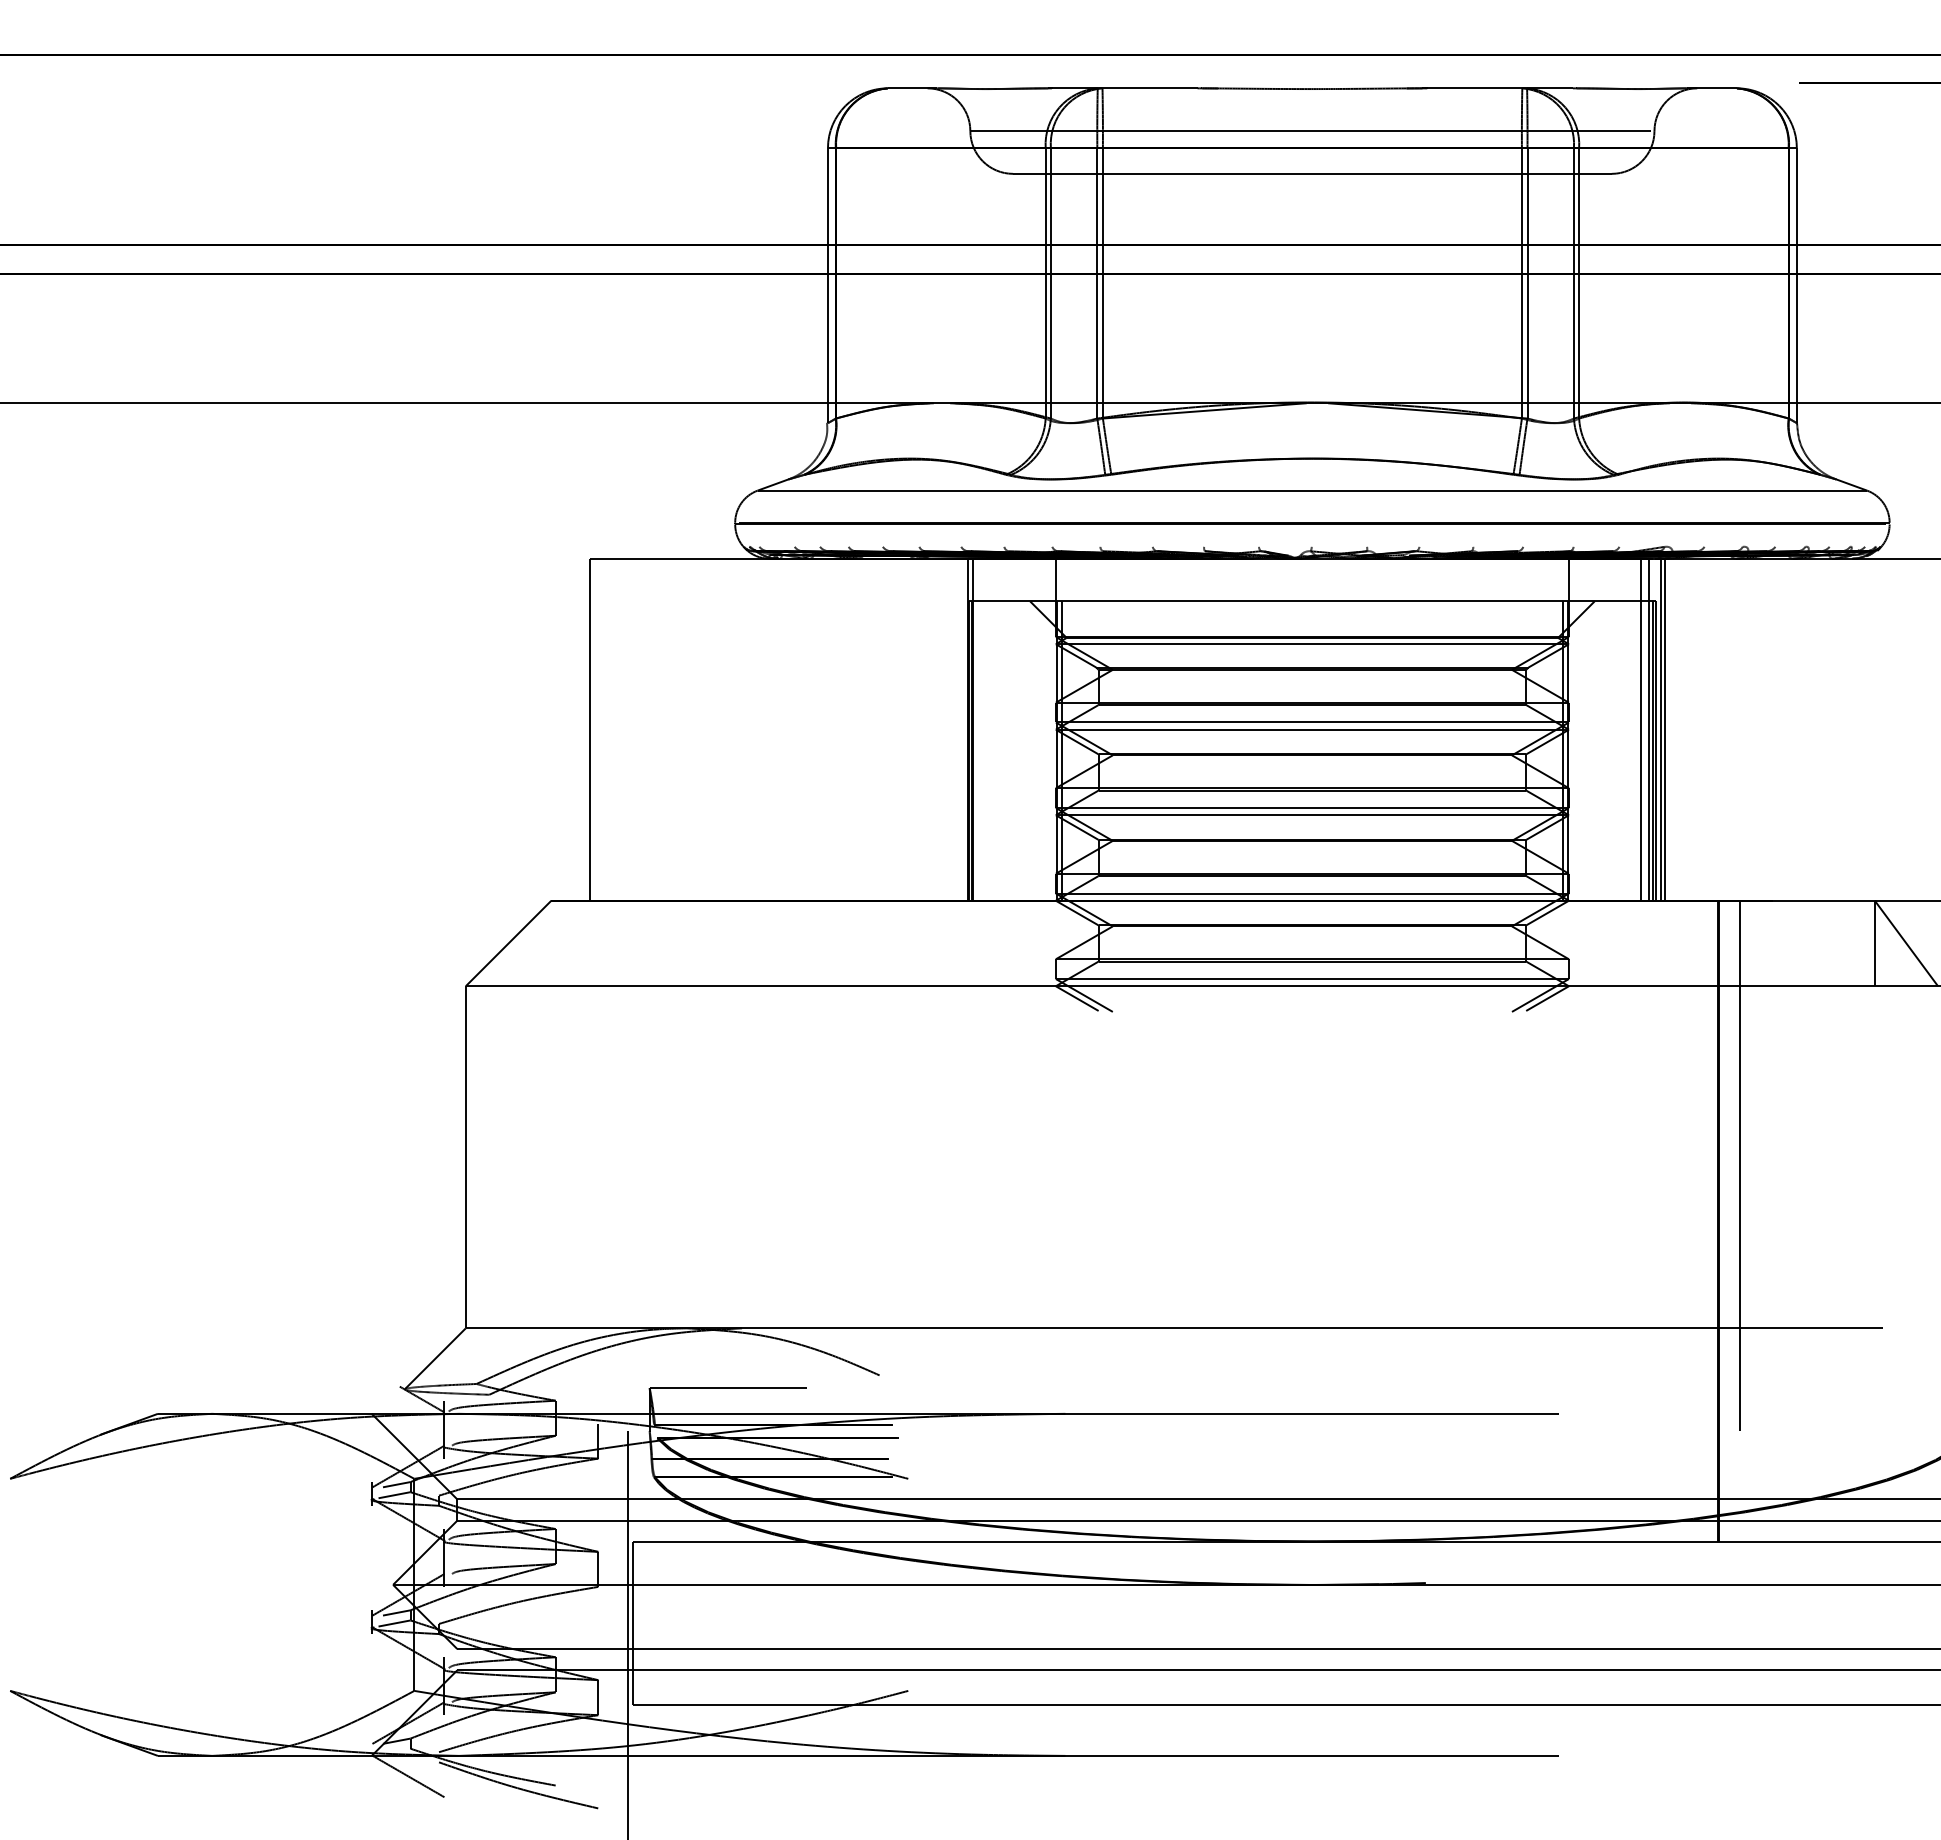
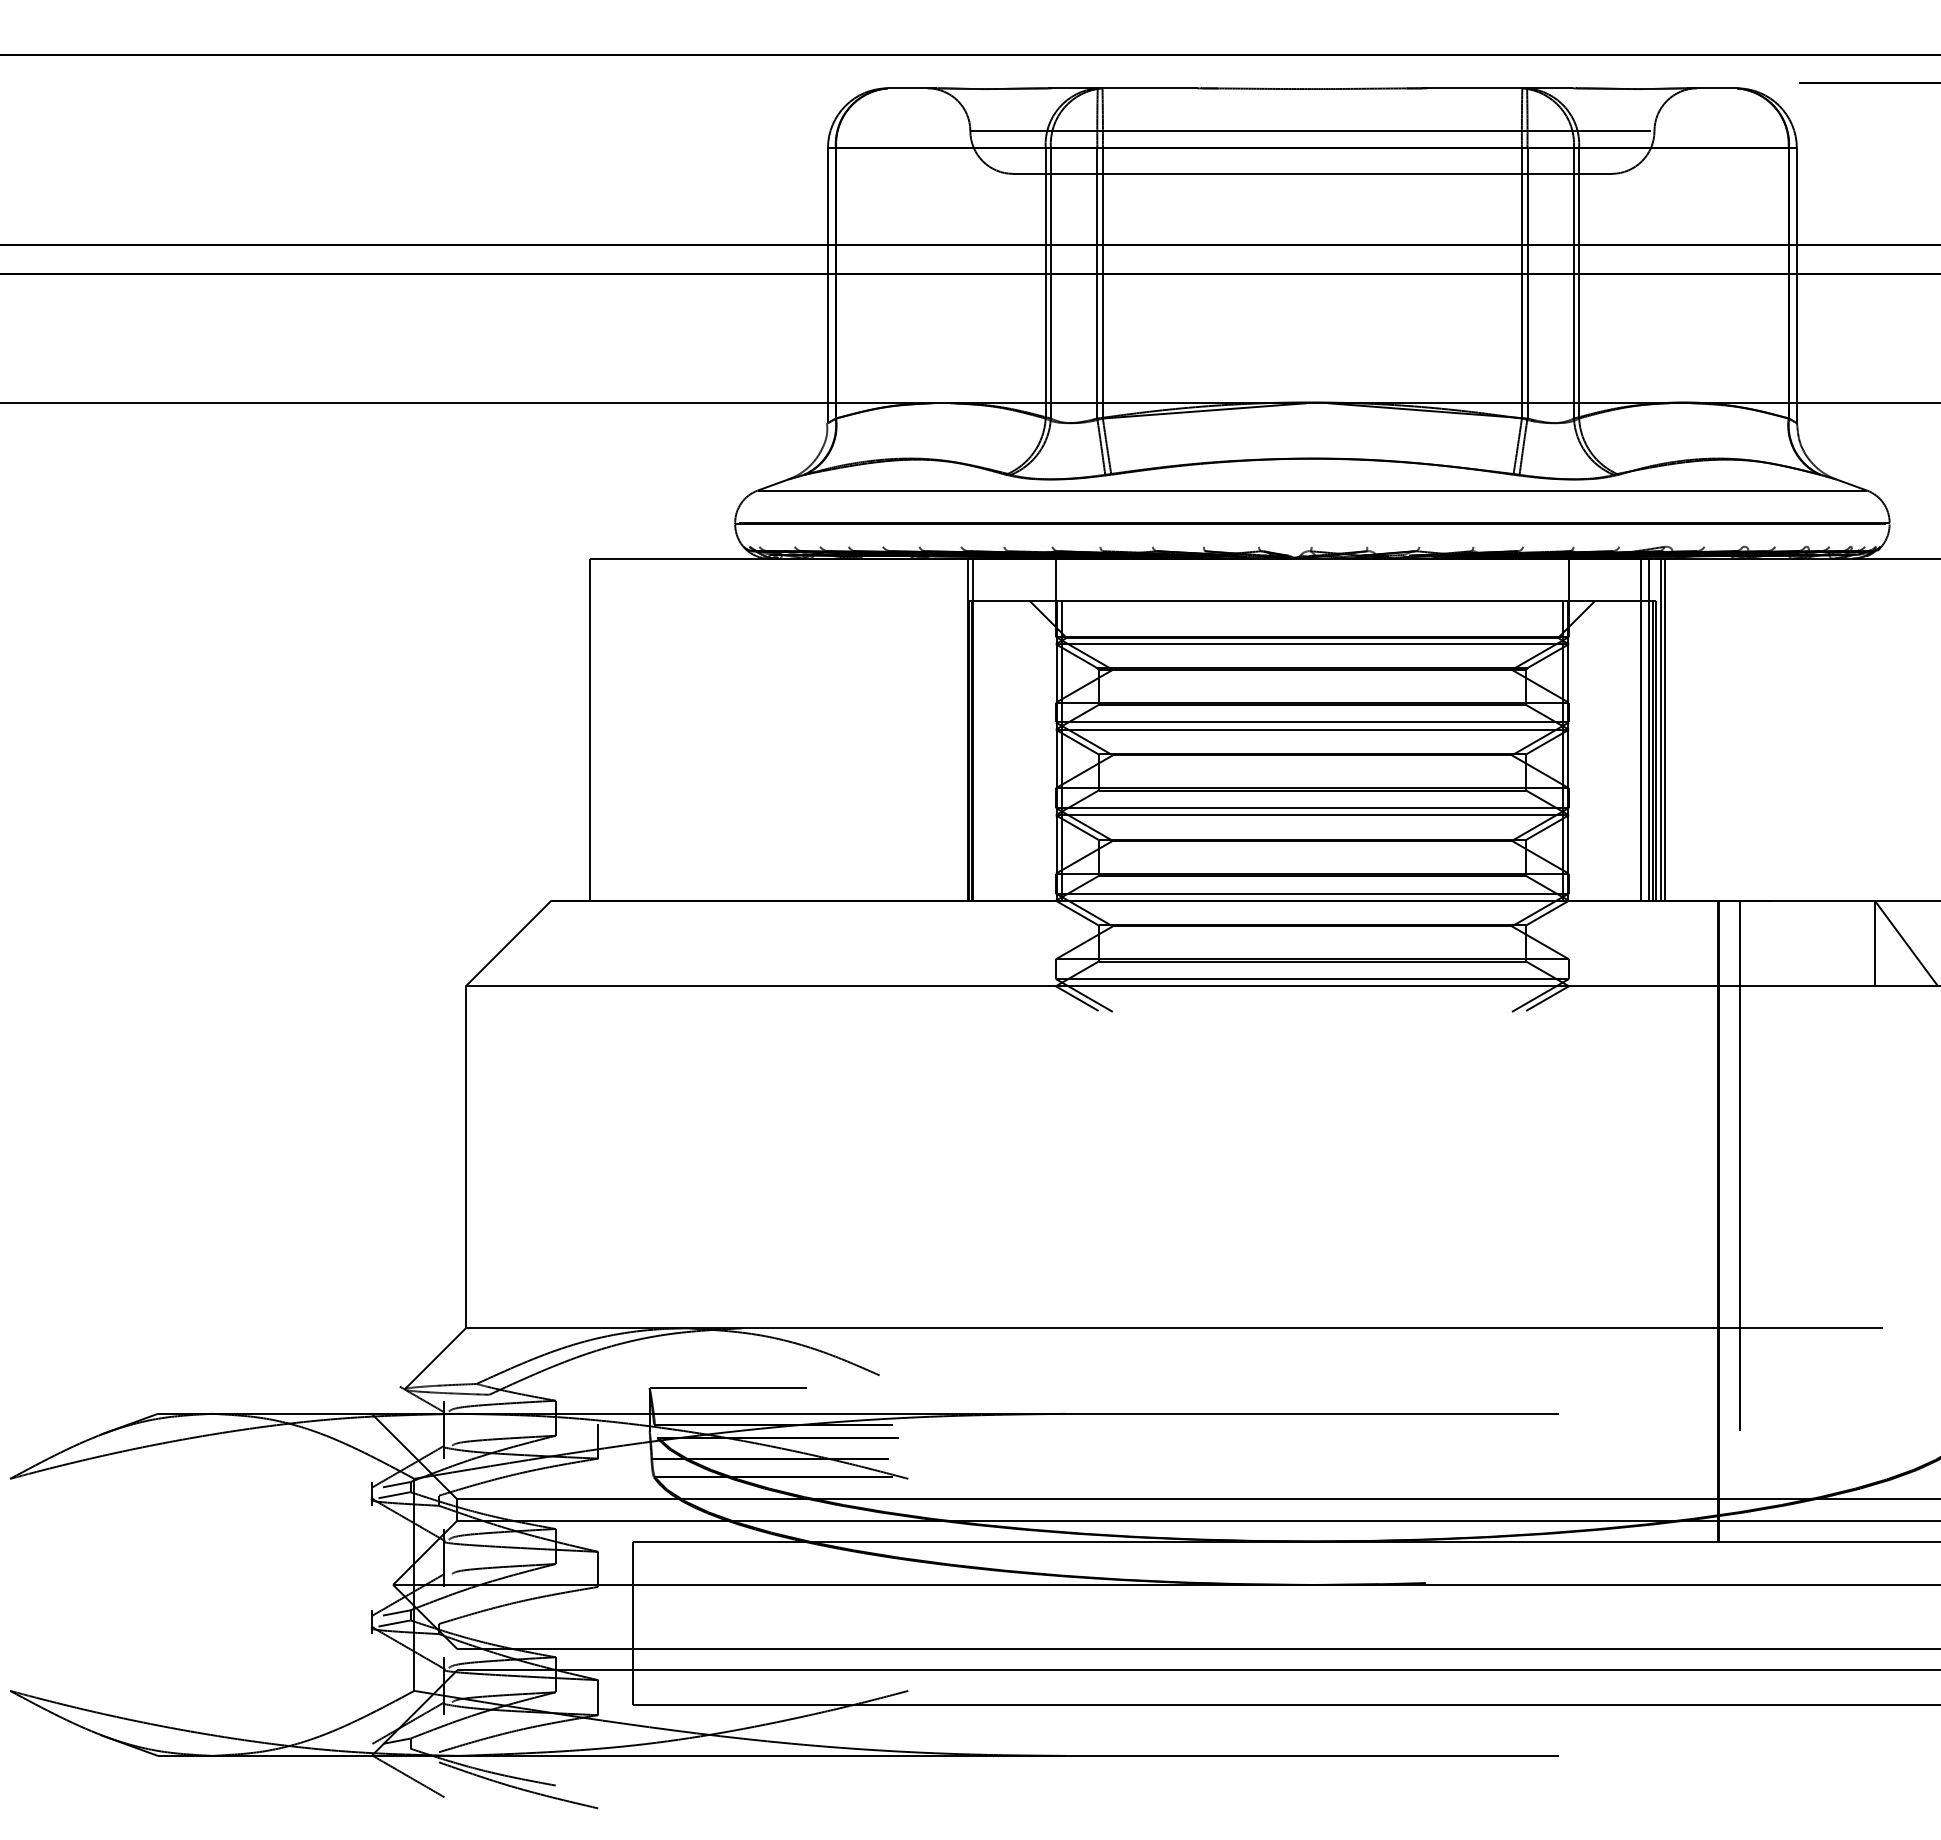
line at (628, 1633): present -> none
